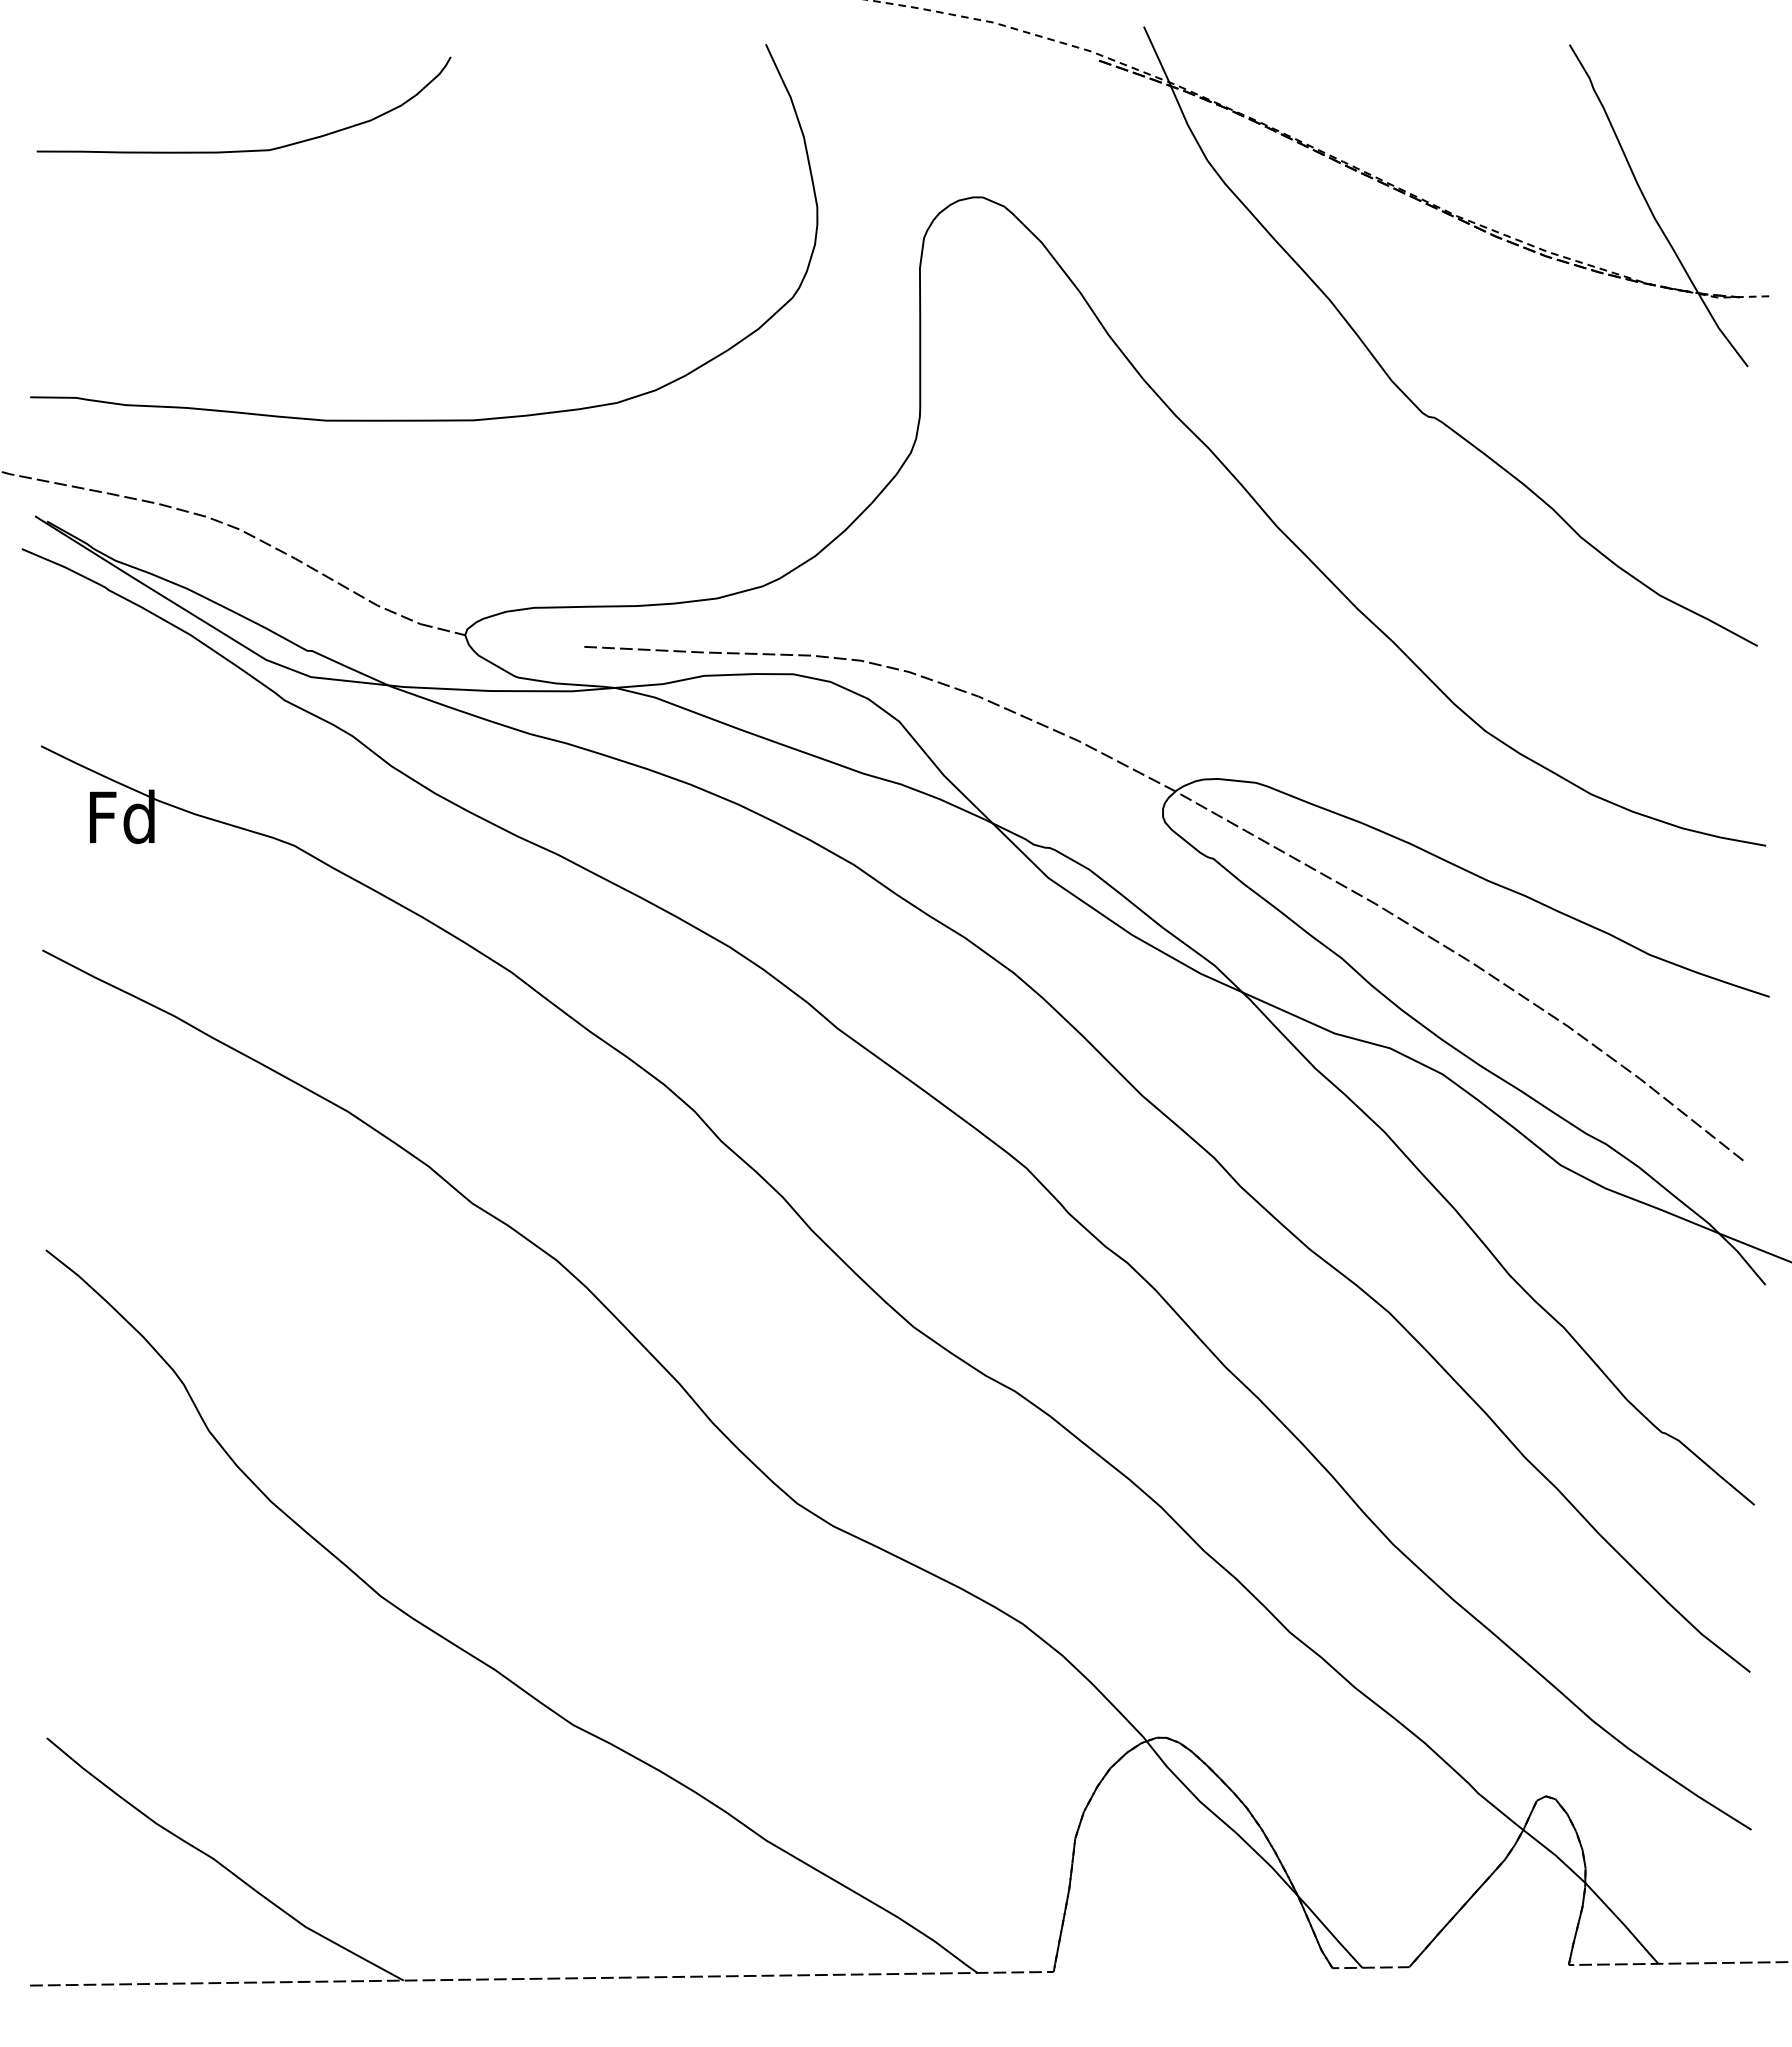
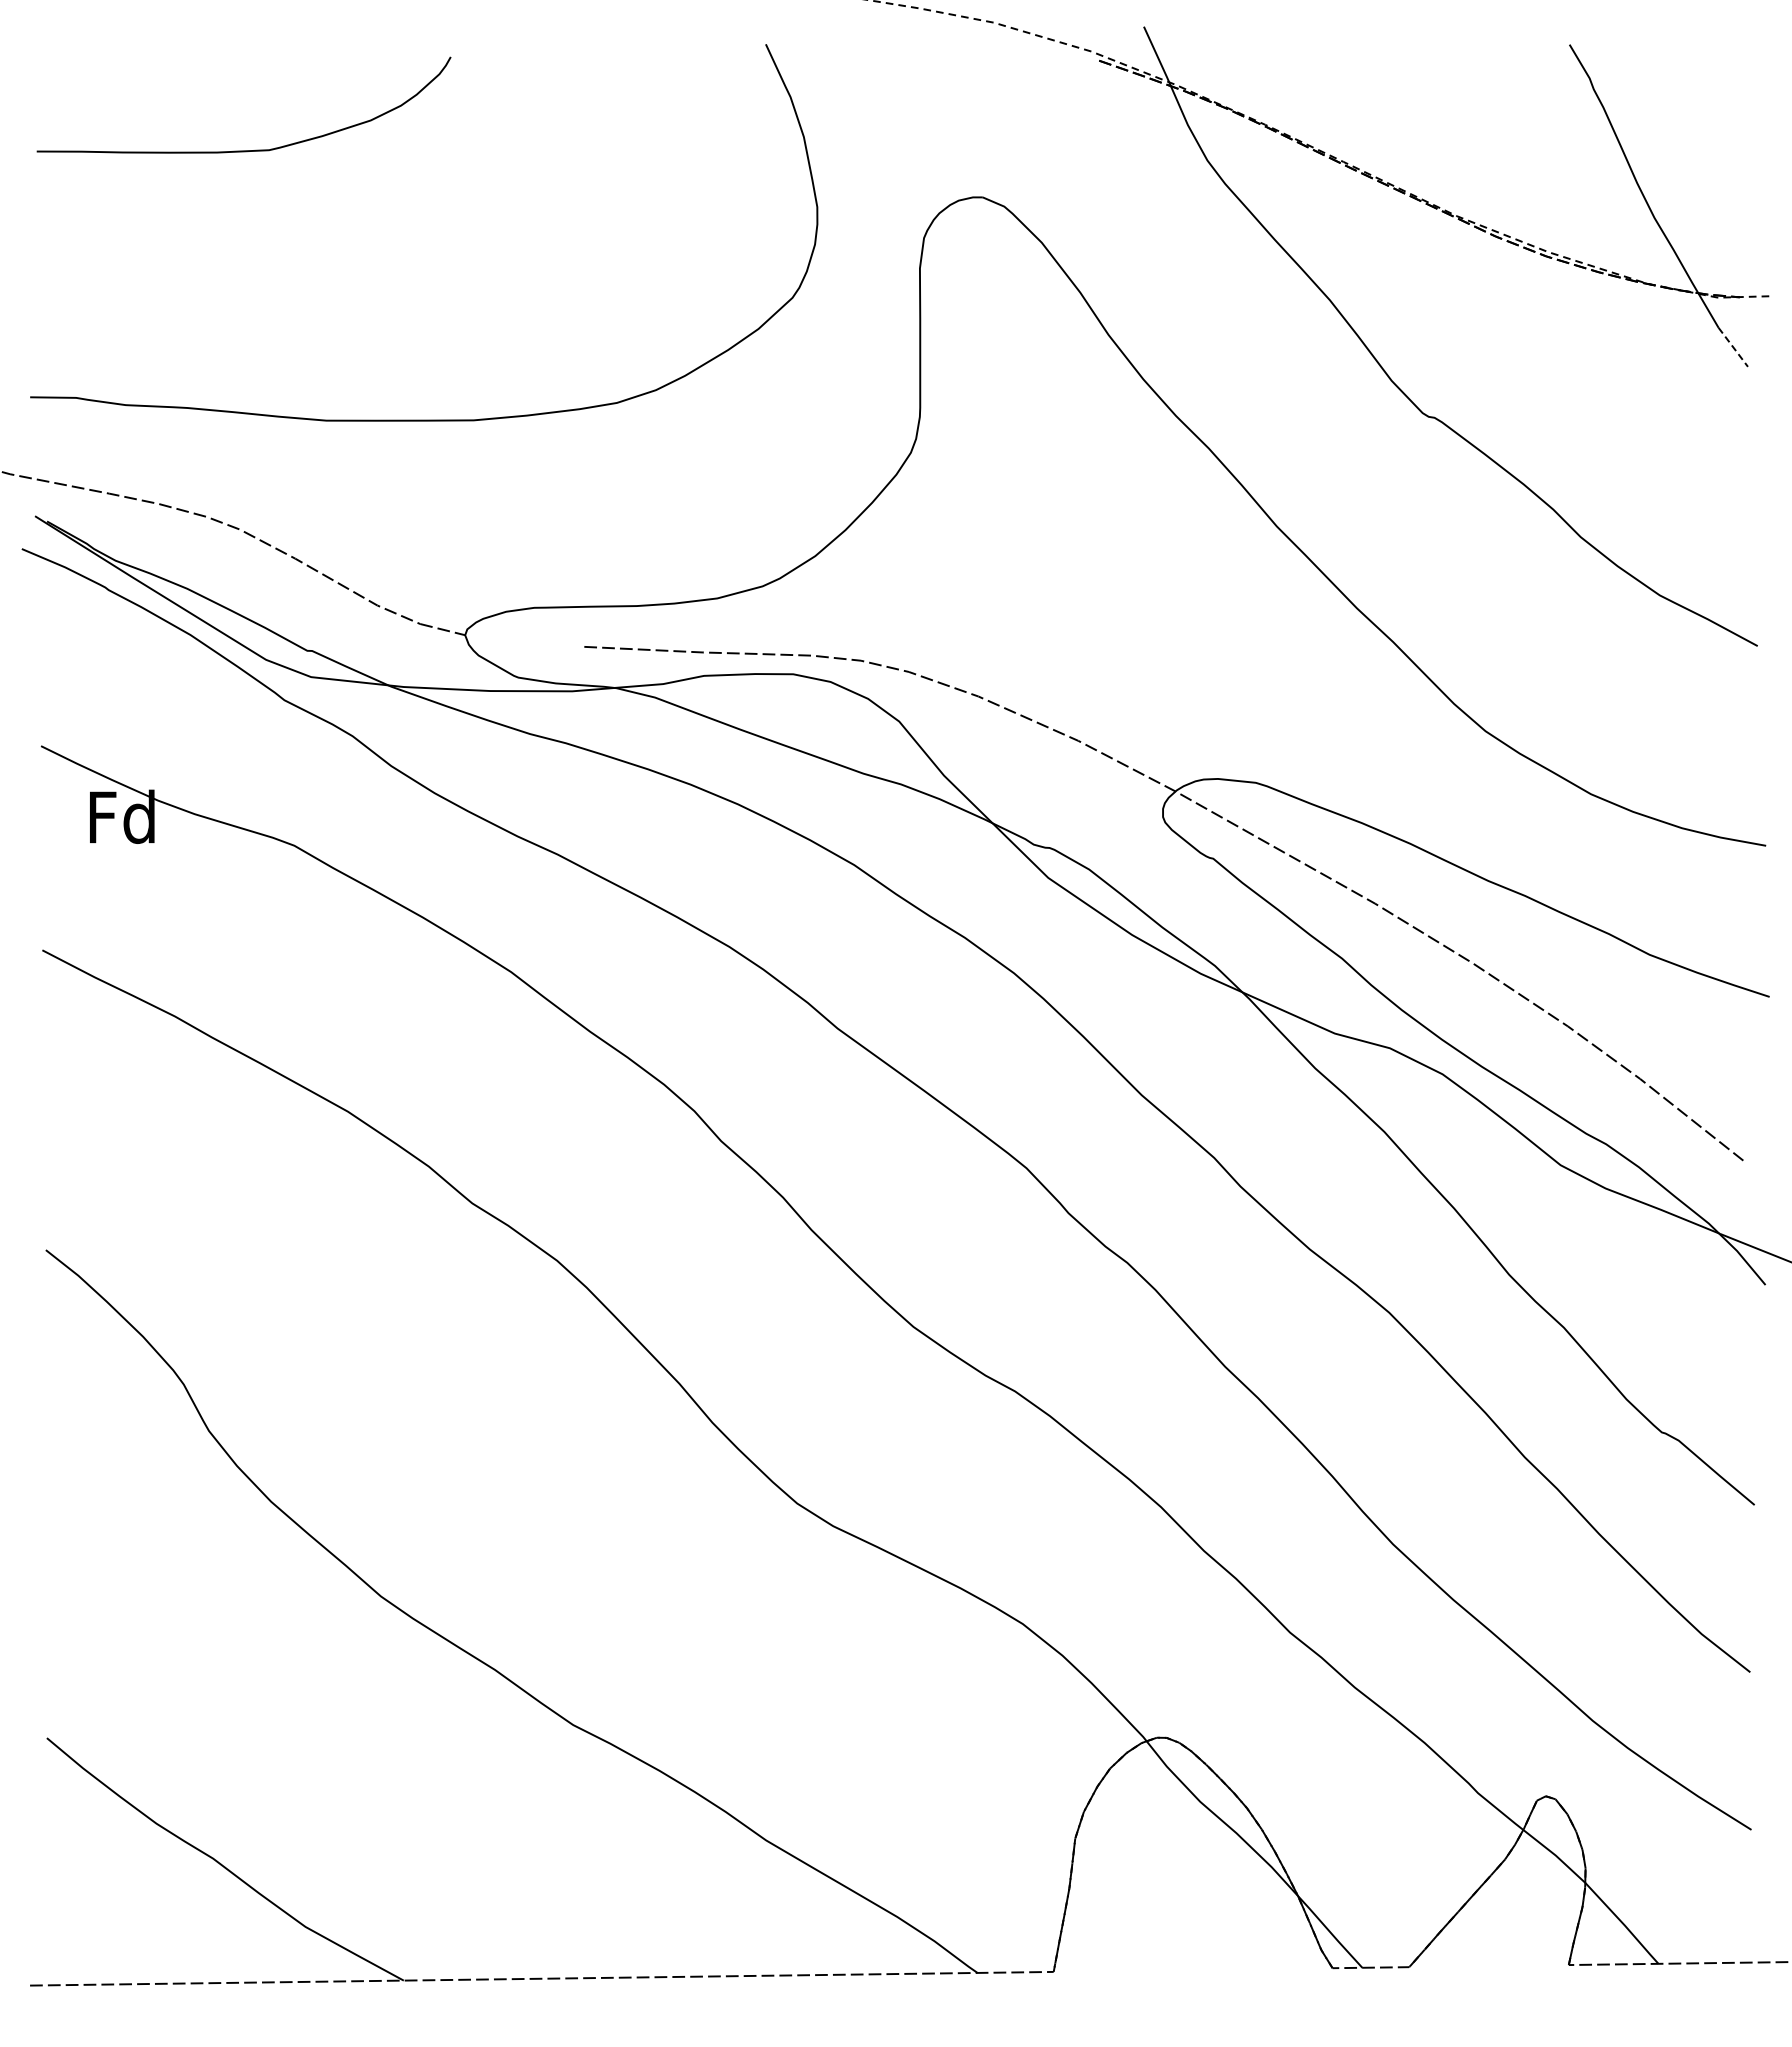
line at (1733, 347): solid -> dashed
